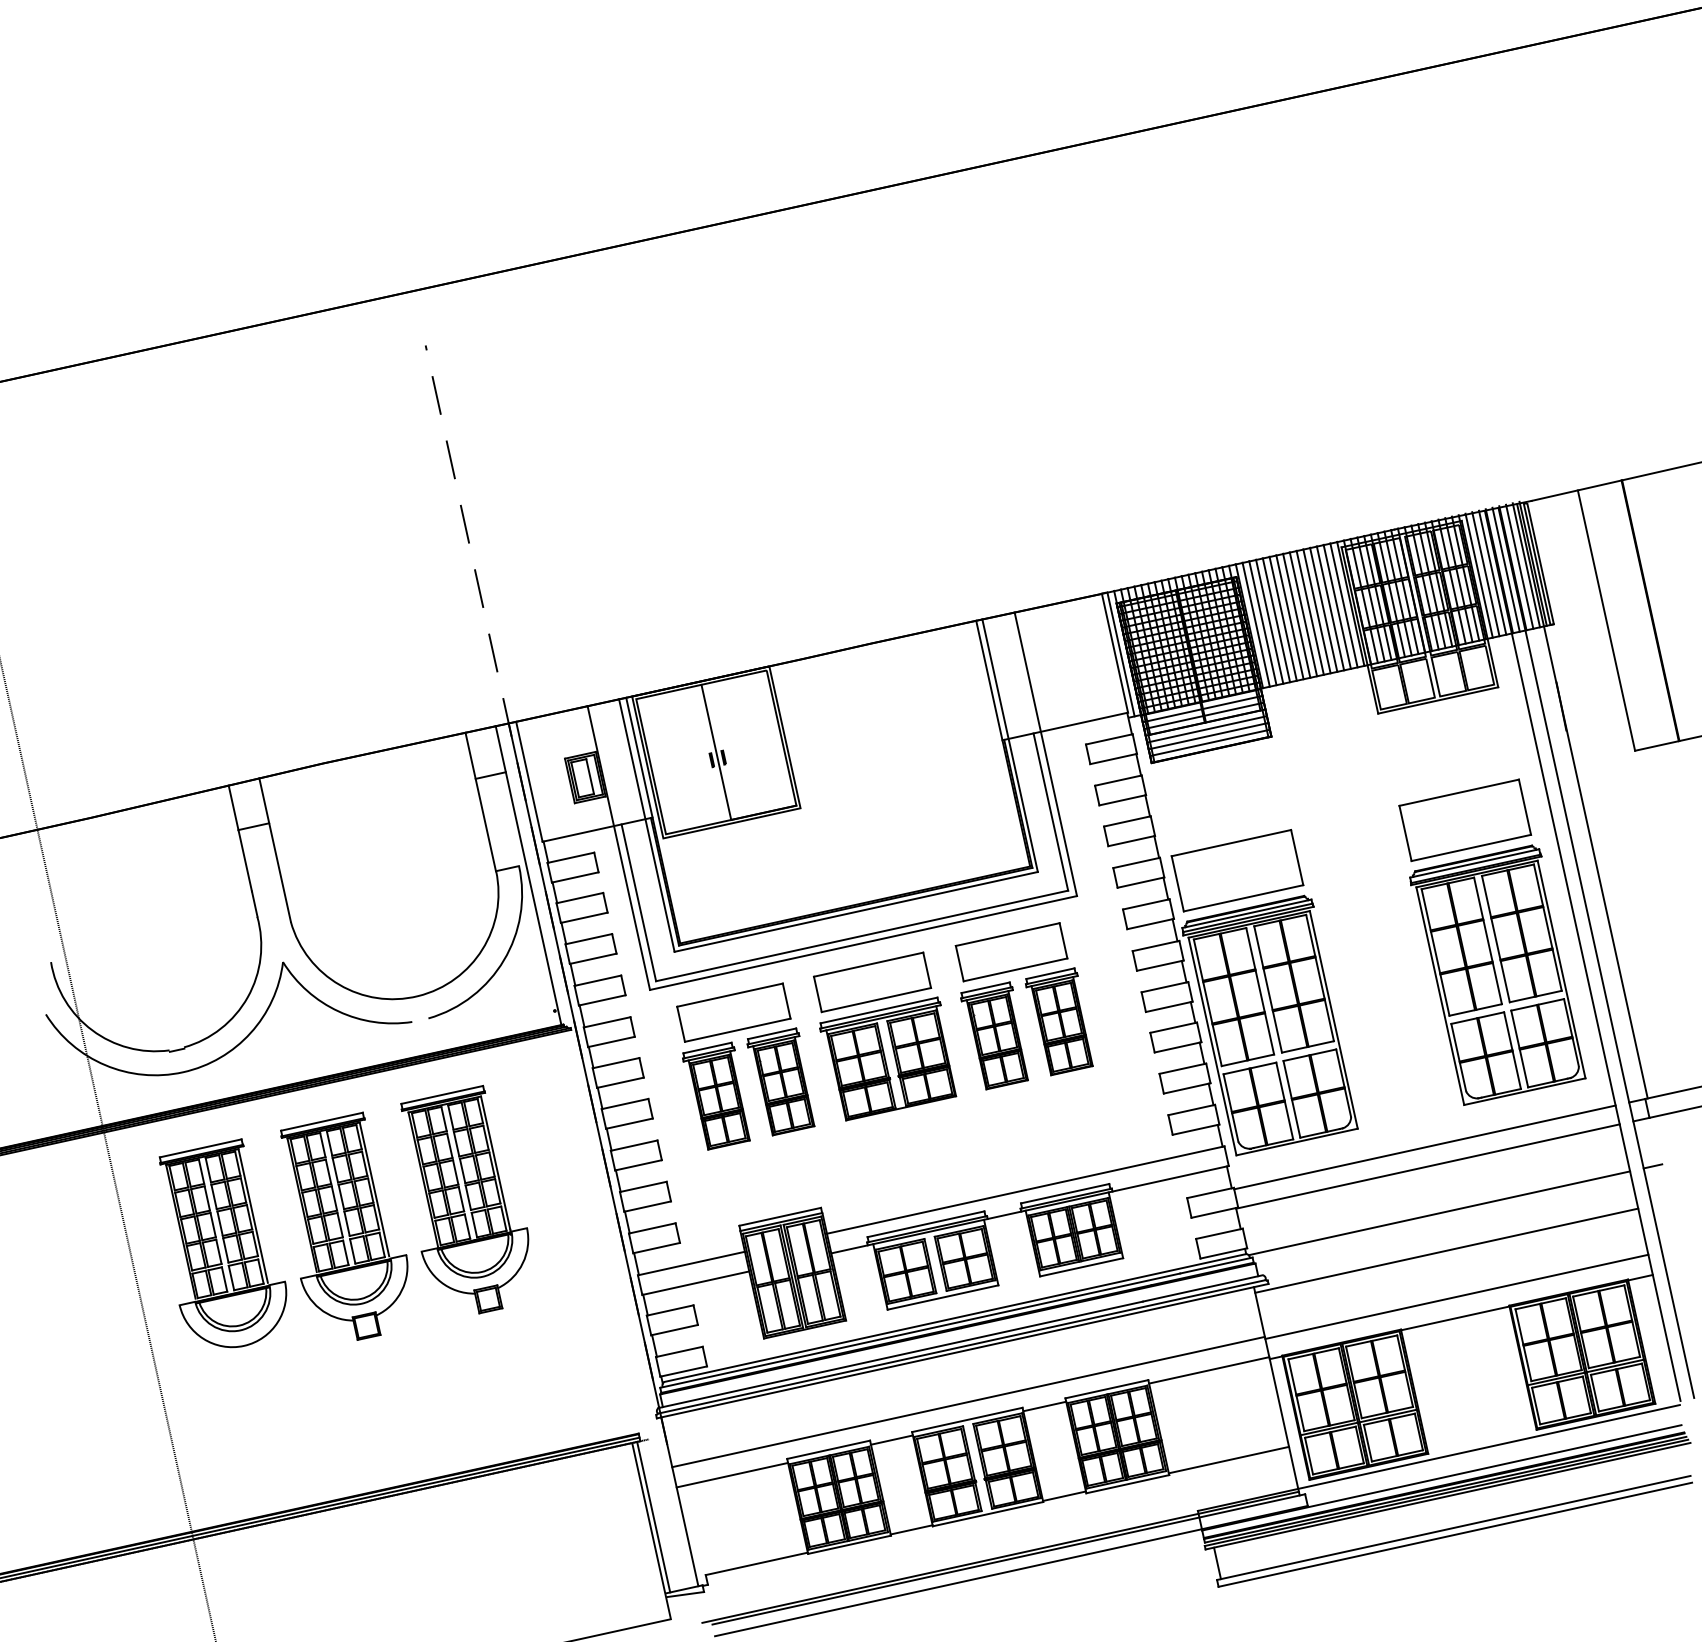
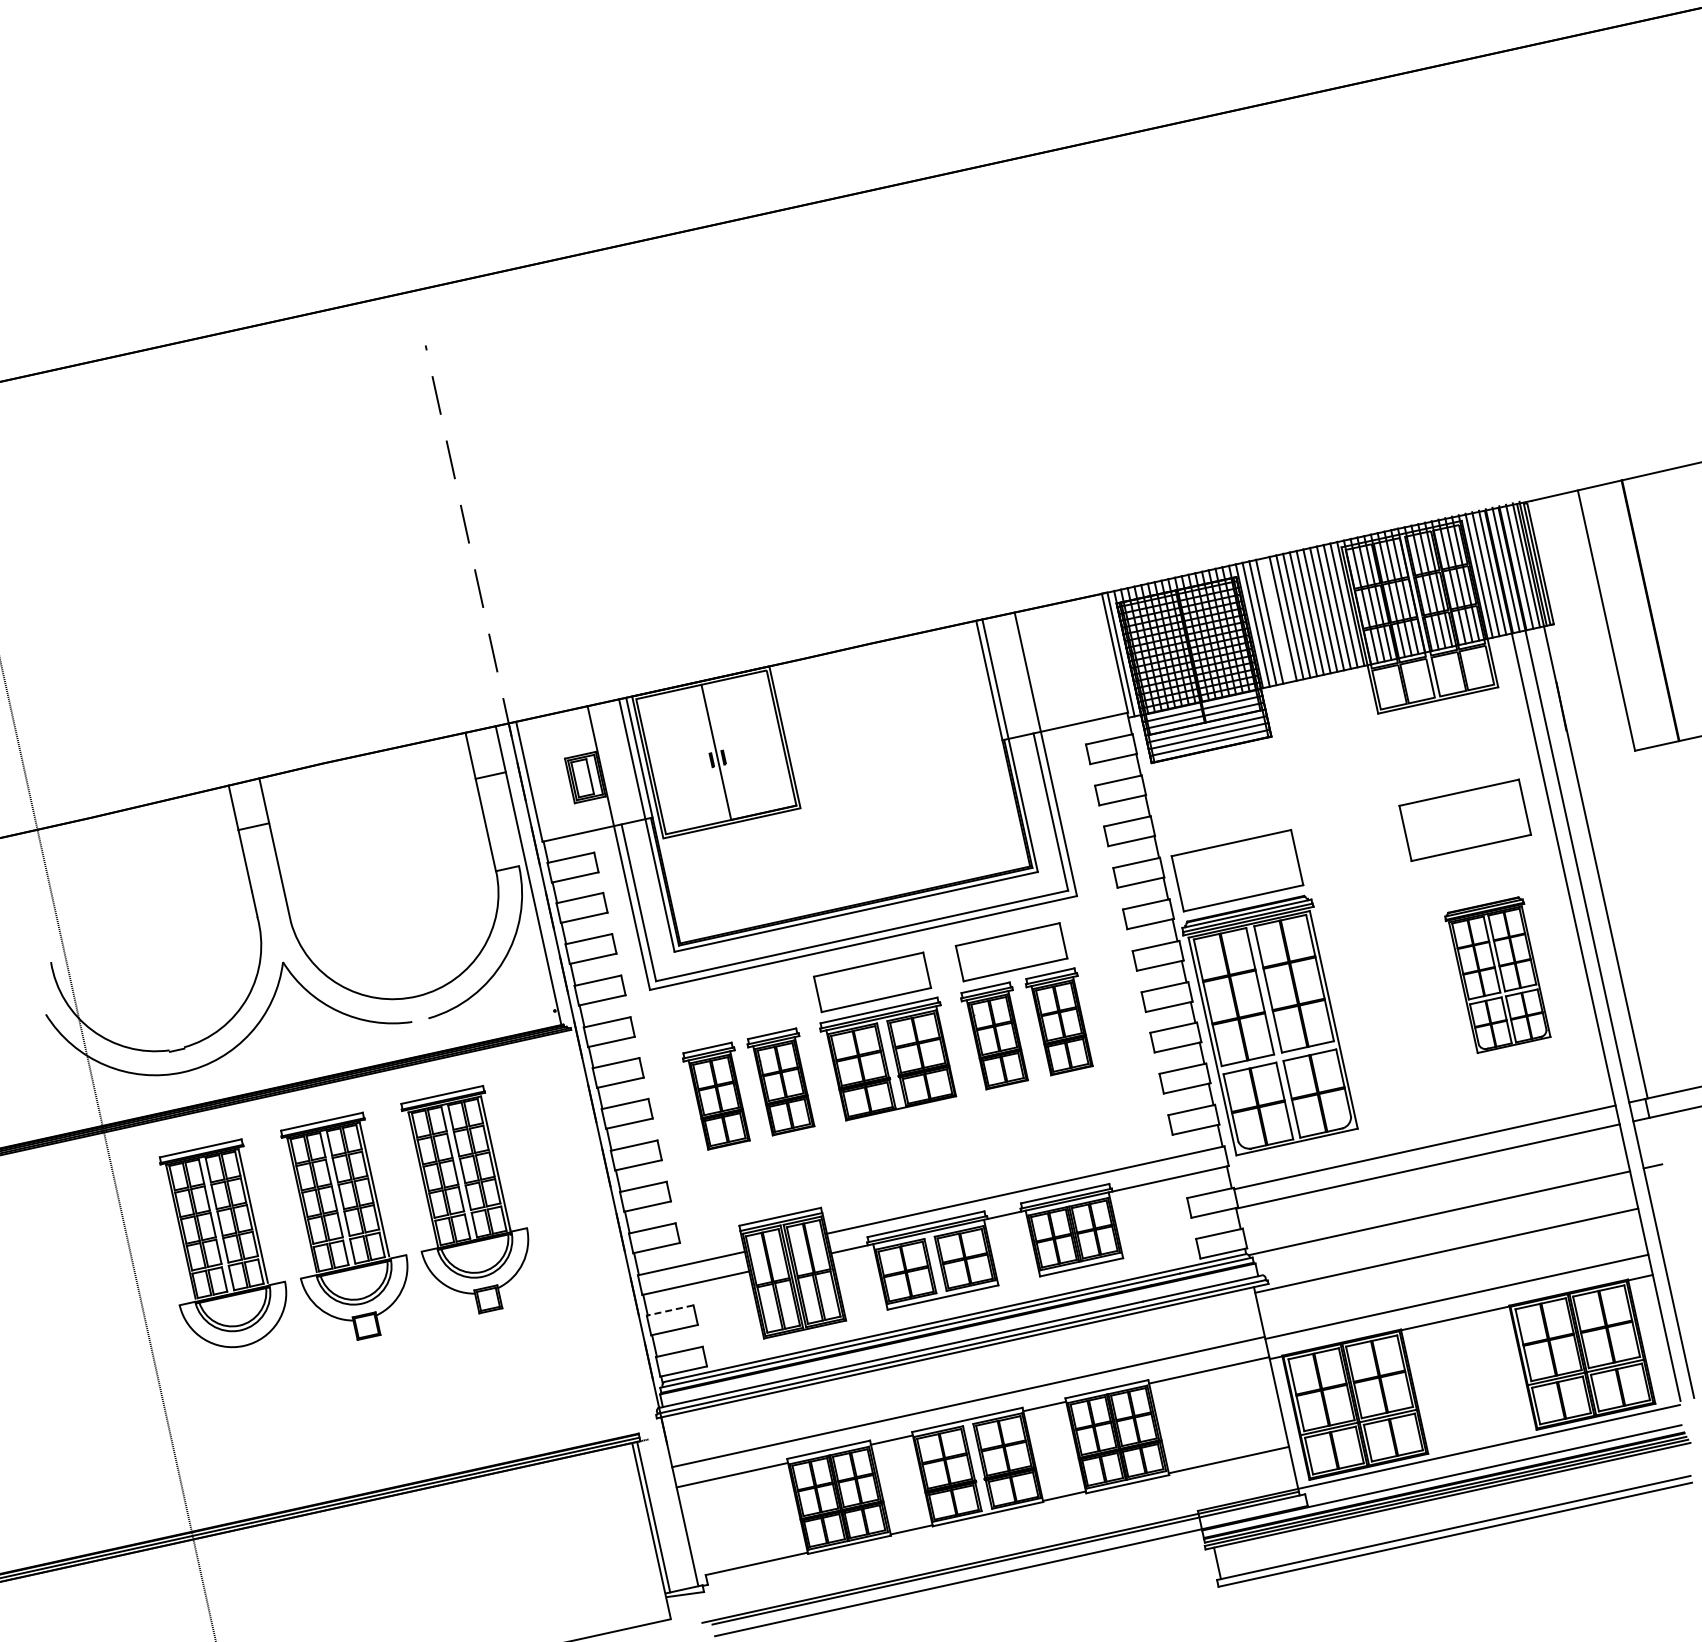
line at (1276, 620): present -> none
part at (1497, 974) size: 178x262 px -> 108x158 px
part at (733, 1012): present -> none
line at (670, 1310): solid -> dashed
